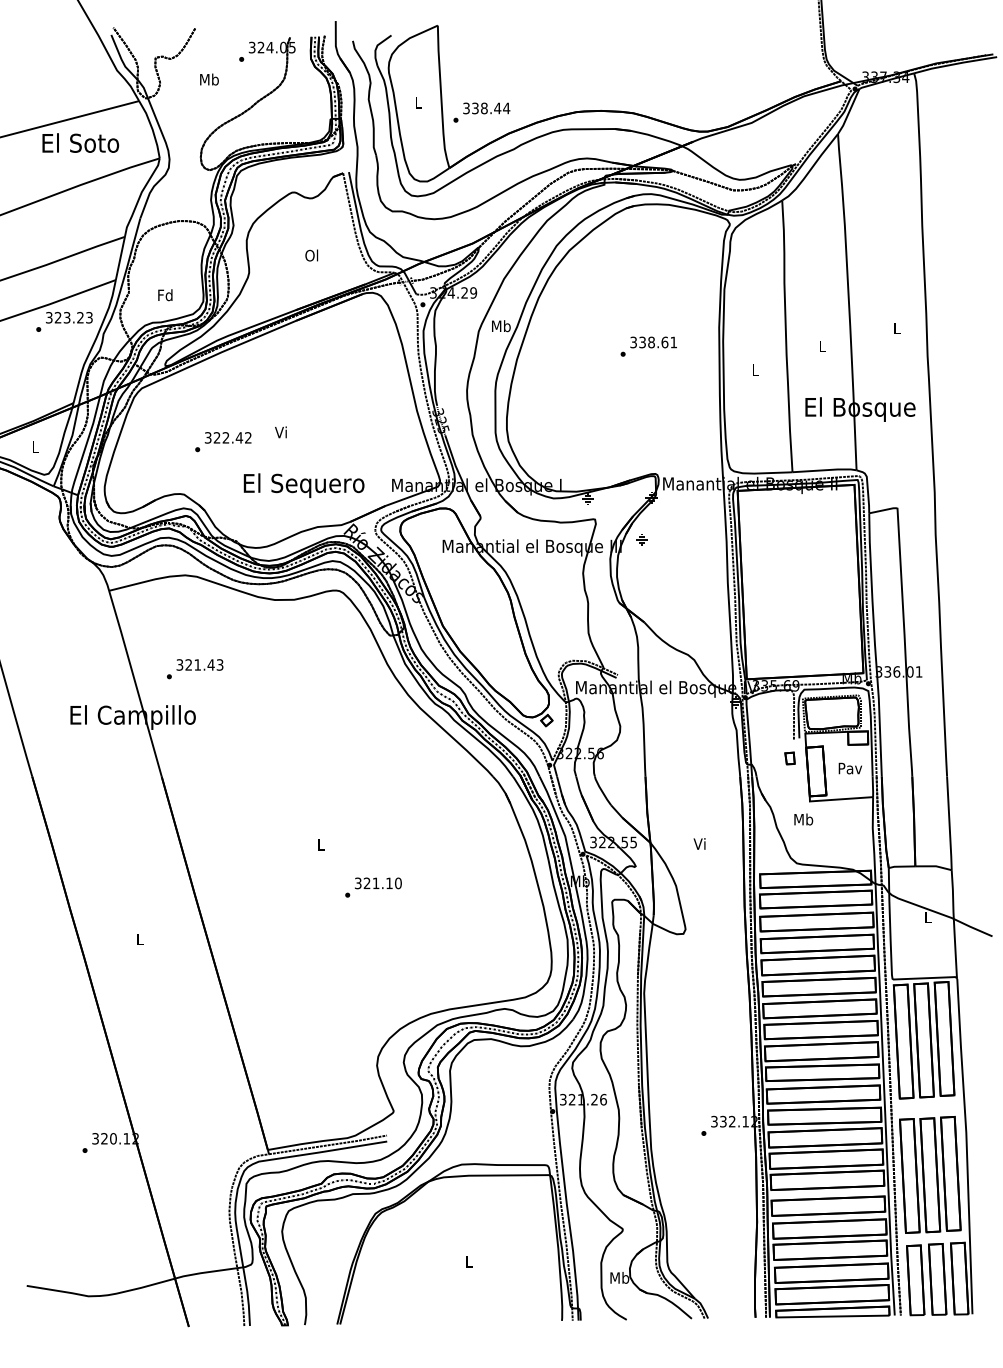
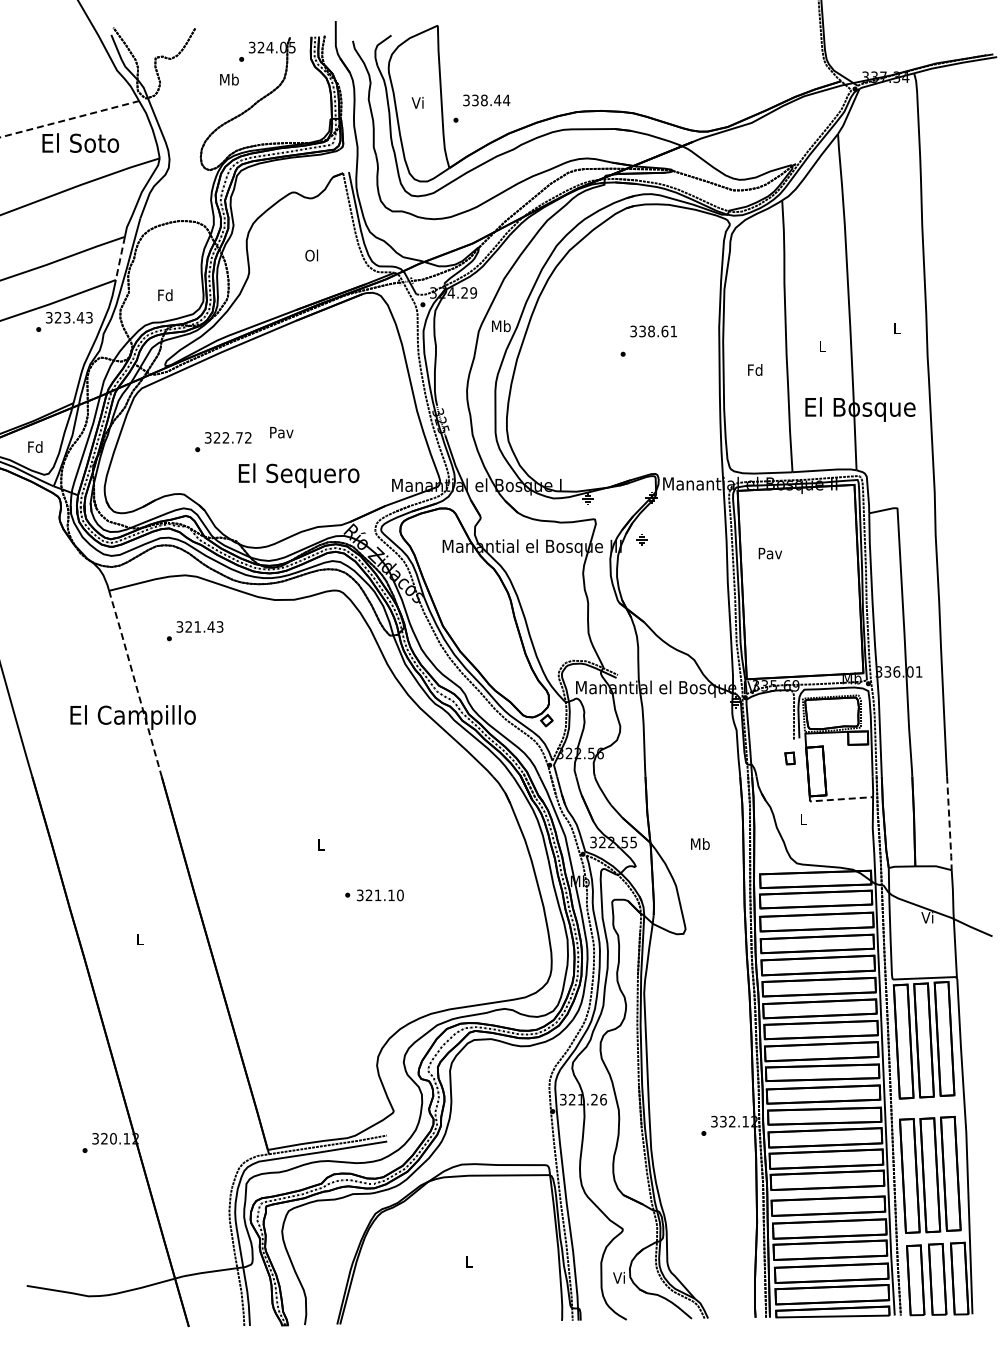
text at (209, 79) position: (209, 79) -> (229, 79)
text at (417, 102): L -> Vi
text at (486, 108) position: (486, 108) -> (486, 100)
line at (69, 119): solid -> dashed
line at (120, 258): solid -> dashed
text at (80, 317): 323.23 -> 323.43
text at (653, 342) position: (653, 342) -> (653, 331)
text at (755, 369): L -> Fd
text at (281, 432): Vi -> Pav
text at (239, 437): 322.42 -> 322.72
text at (35, 446): L -> Fd
text at (303, 485) position: (303, 485) -> (298, 475)
text at (195, 669) position: (195, 669) -> (195, 631)
line at (135, 683): solid -> dashed
text at (849, 768) position: (849, 768) -> (769, 553)
line at (838, 799): solid -> dashed
text at (803, 819): Mb -> L
line at (949, 824): solid -> dashed
text at (700, 843): Vi -> Mb
text at (378, 883) position: (378, 883) -> (380, 895)
text at (927, 917): L -> Vi
text at (619, 1277): Mb -> Vi
